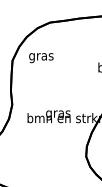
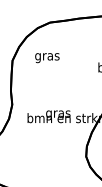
text at (41, 58) position: (41, 58) -> (47, 58)
